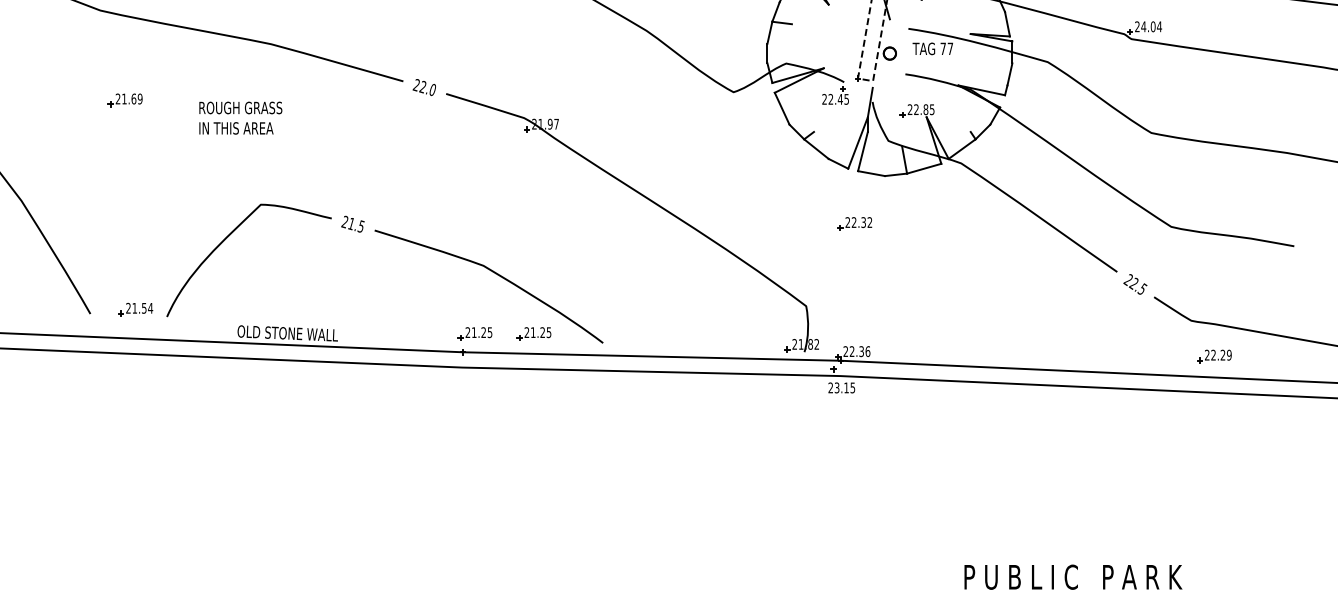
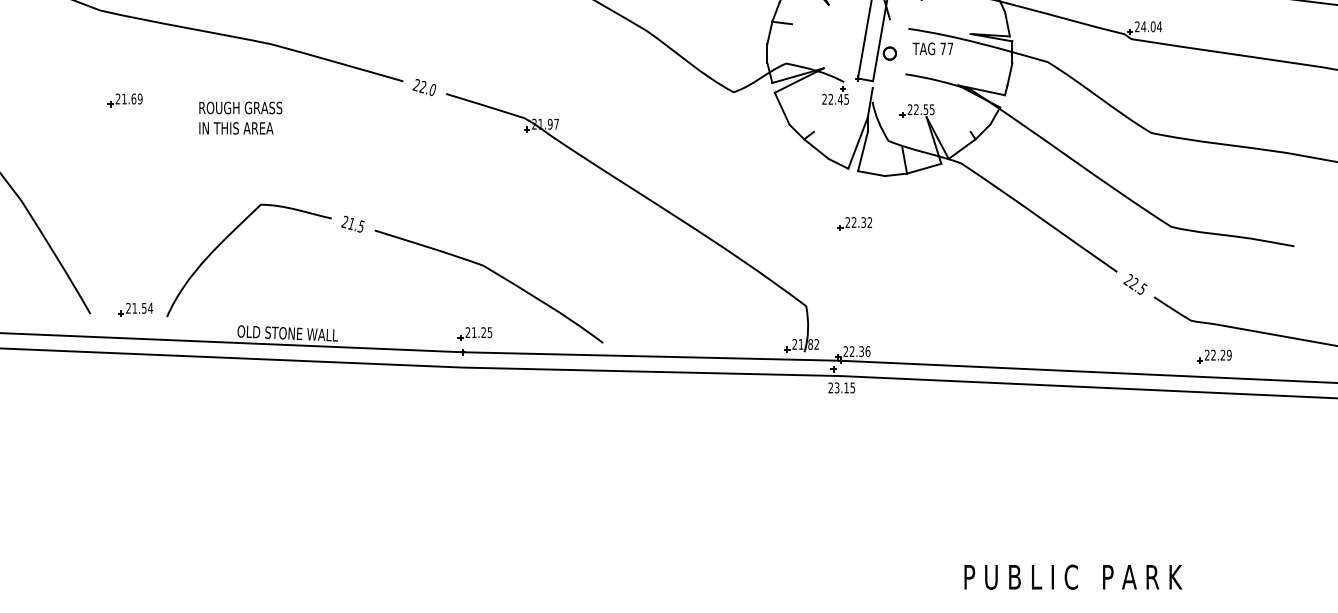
line at (866, 80): dashed -> solid
text at (925, 109): 22.85 -> 22.55
part at (533, 333): present -> none
